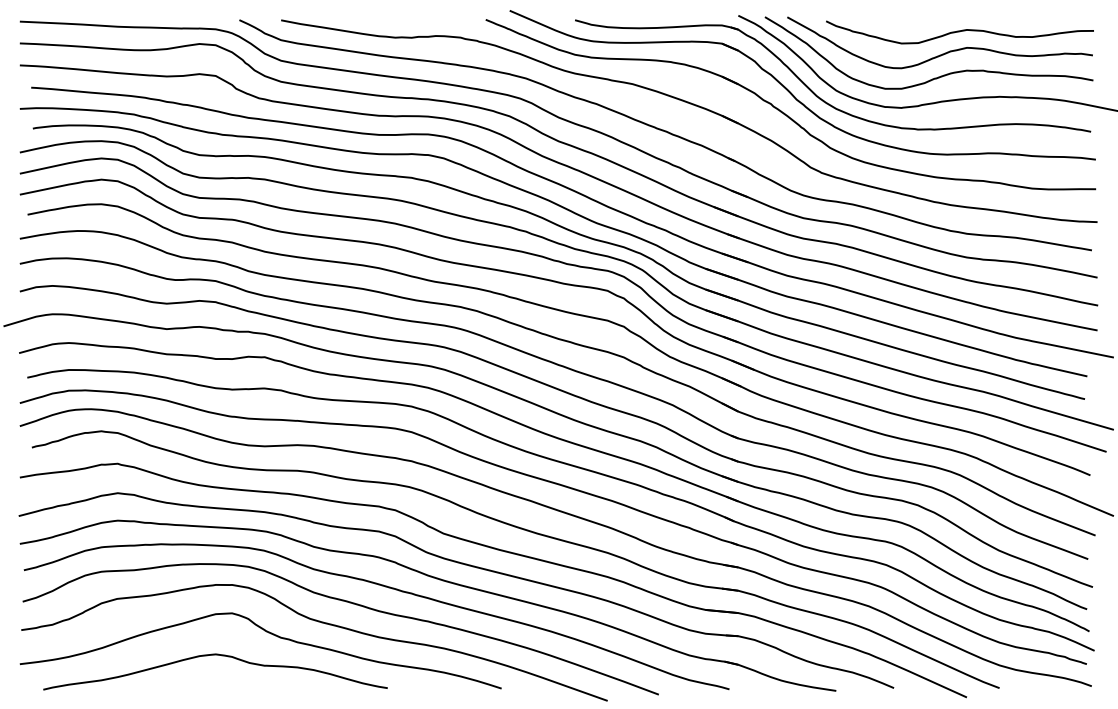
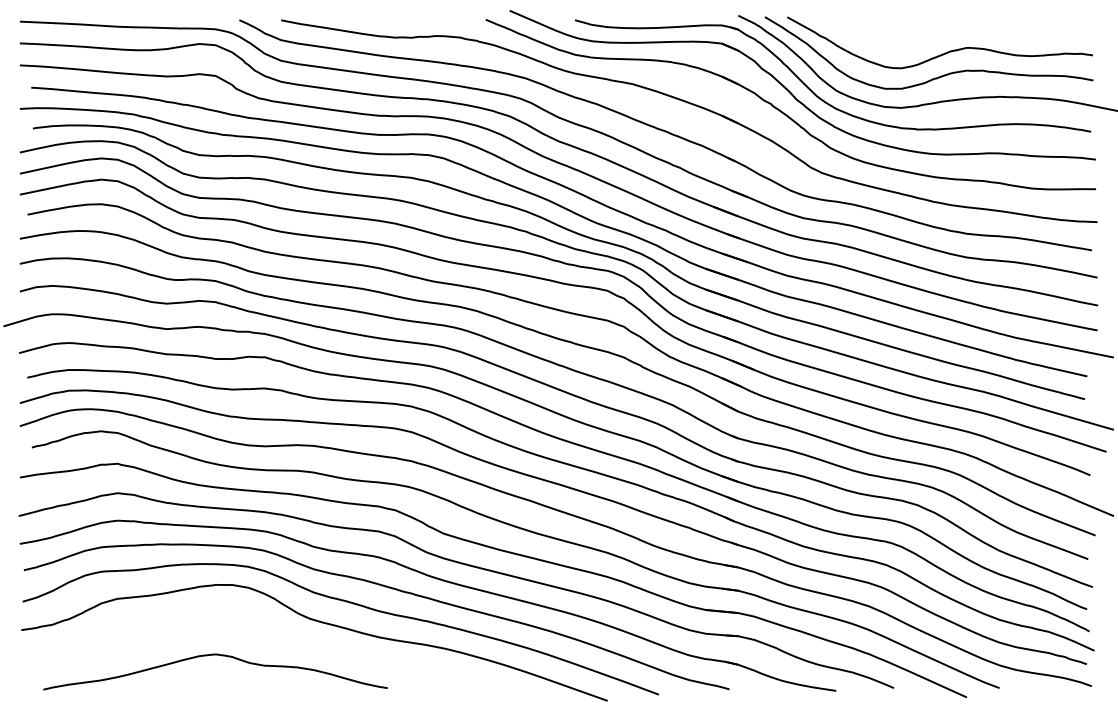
curve at (959, 32): present -> none
curve at (268, 633): present -> none
